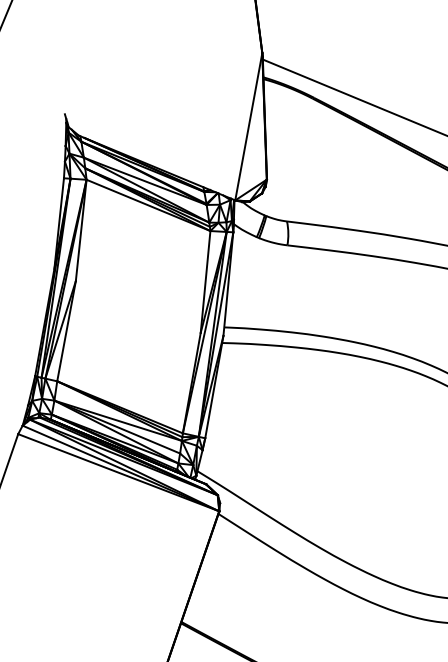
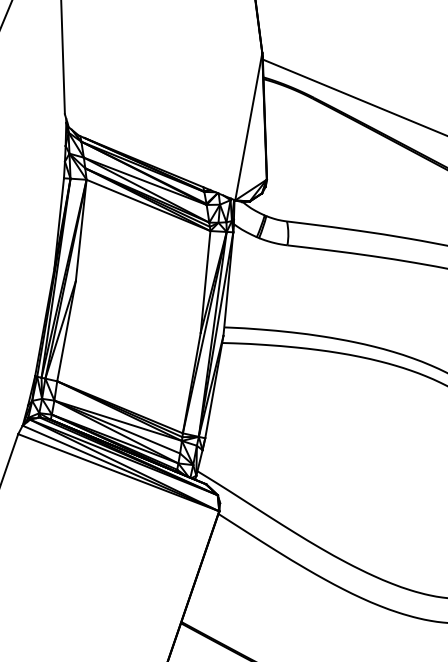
line at (62, 58): none -> present
